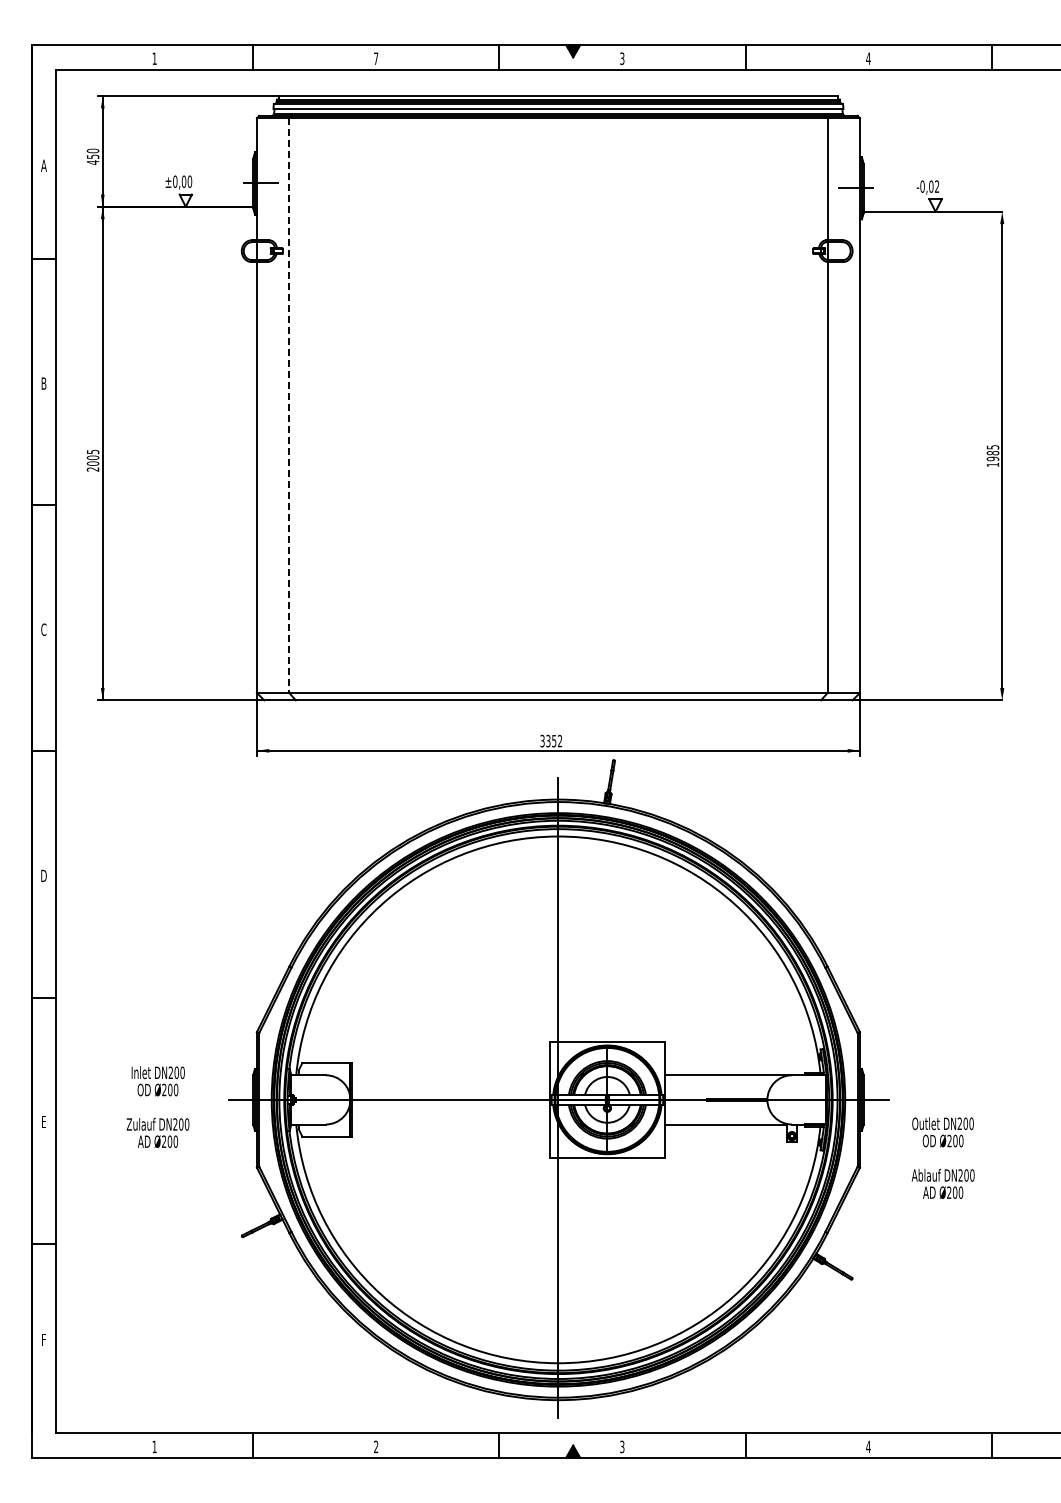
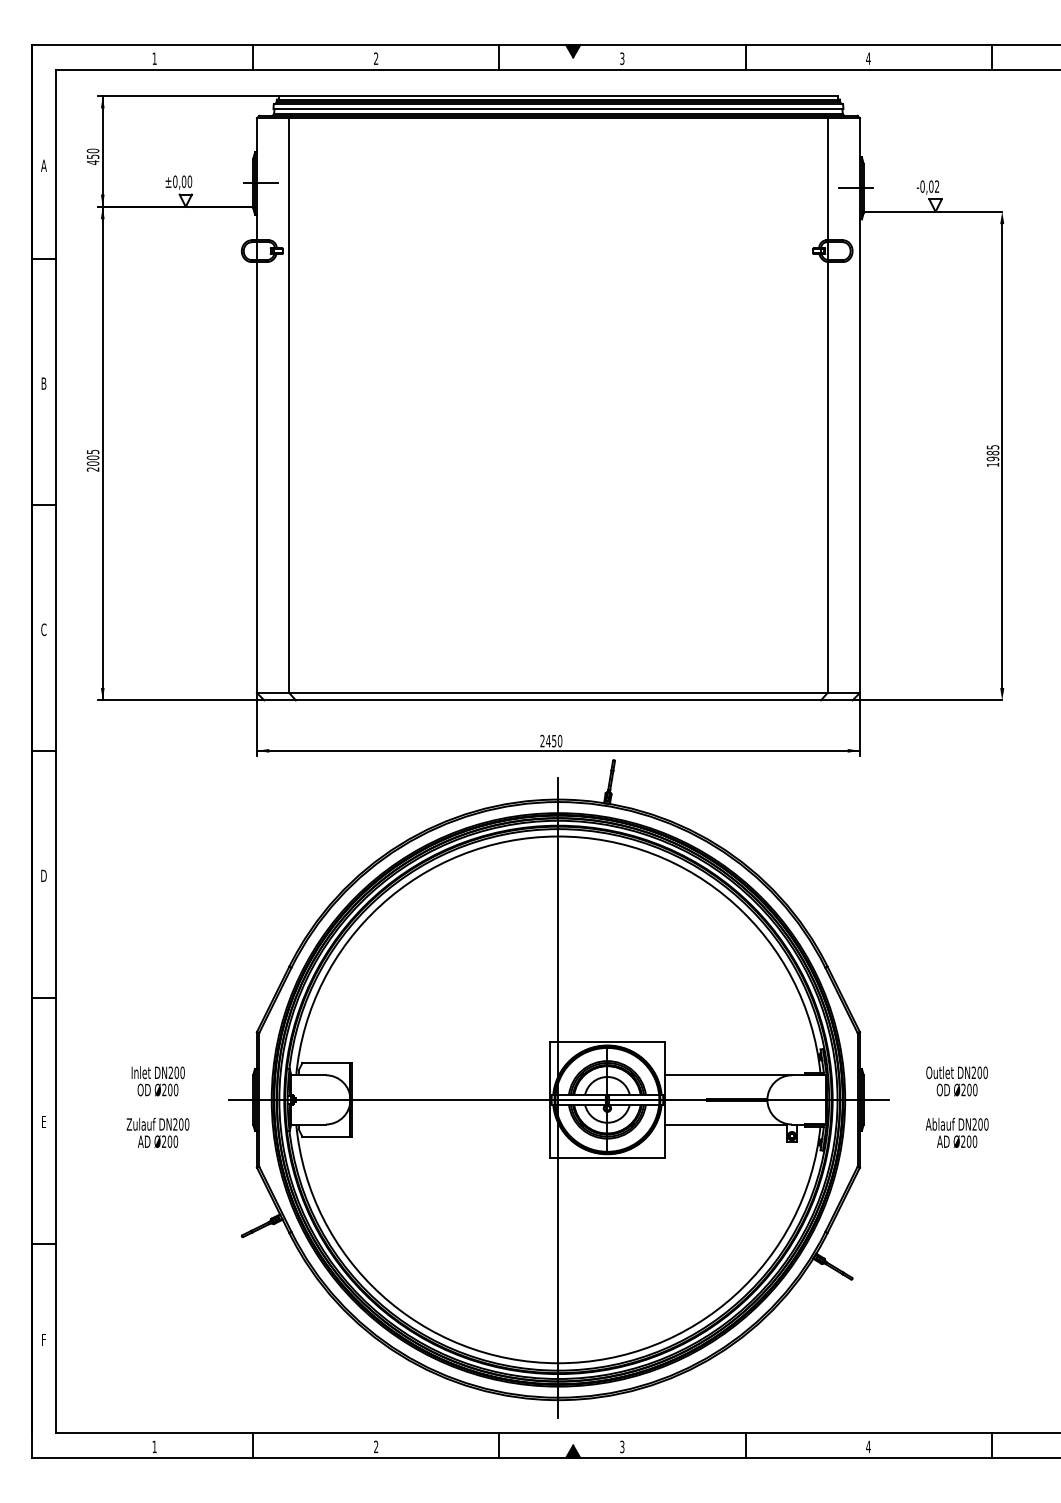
text at (376, 58): 7 -> 2
line at (289, 406): dashed -> solid
text at (551, 740): 3352 -> 2450
text at (942, 1157) position: (942, 1157) -> (956, 1106)
